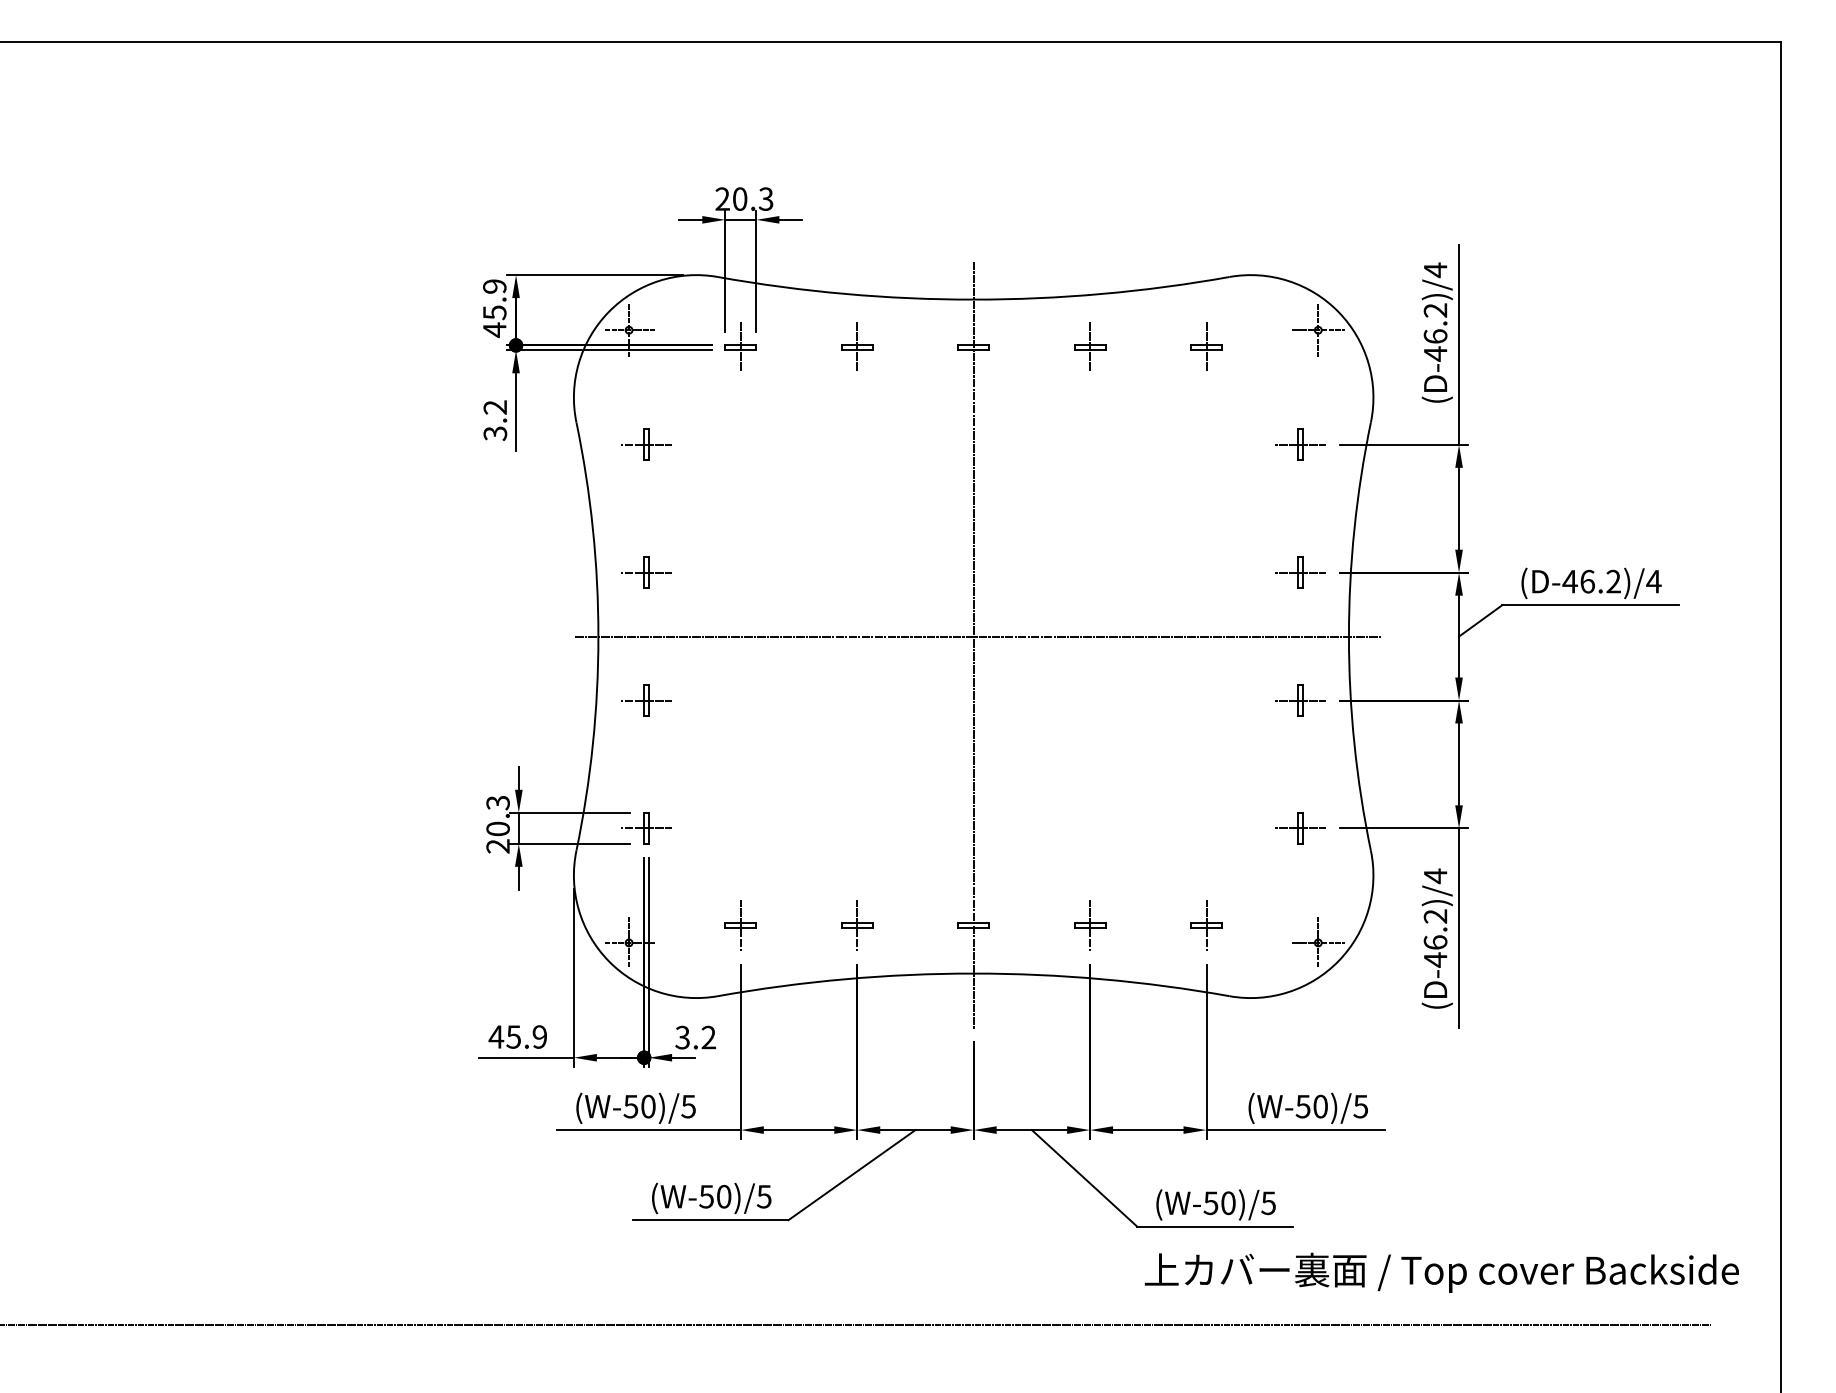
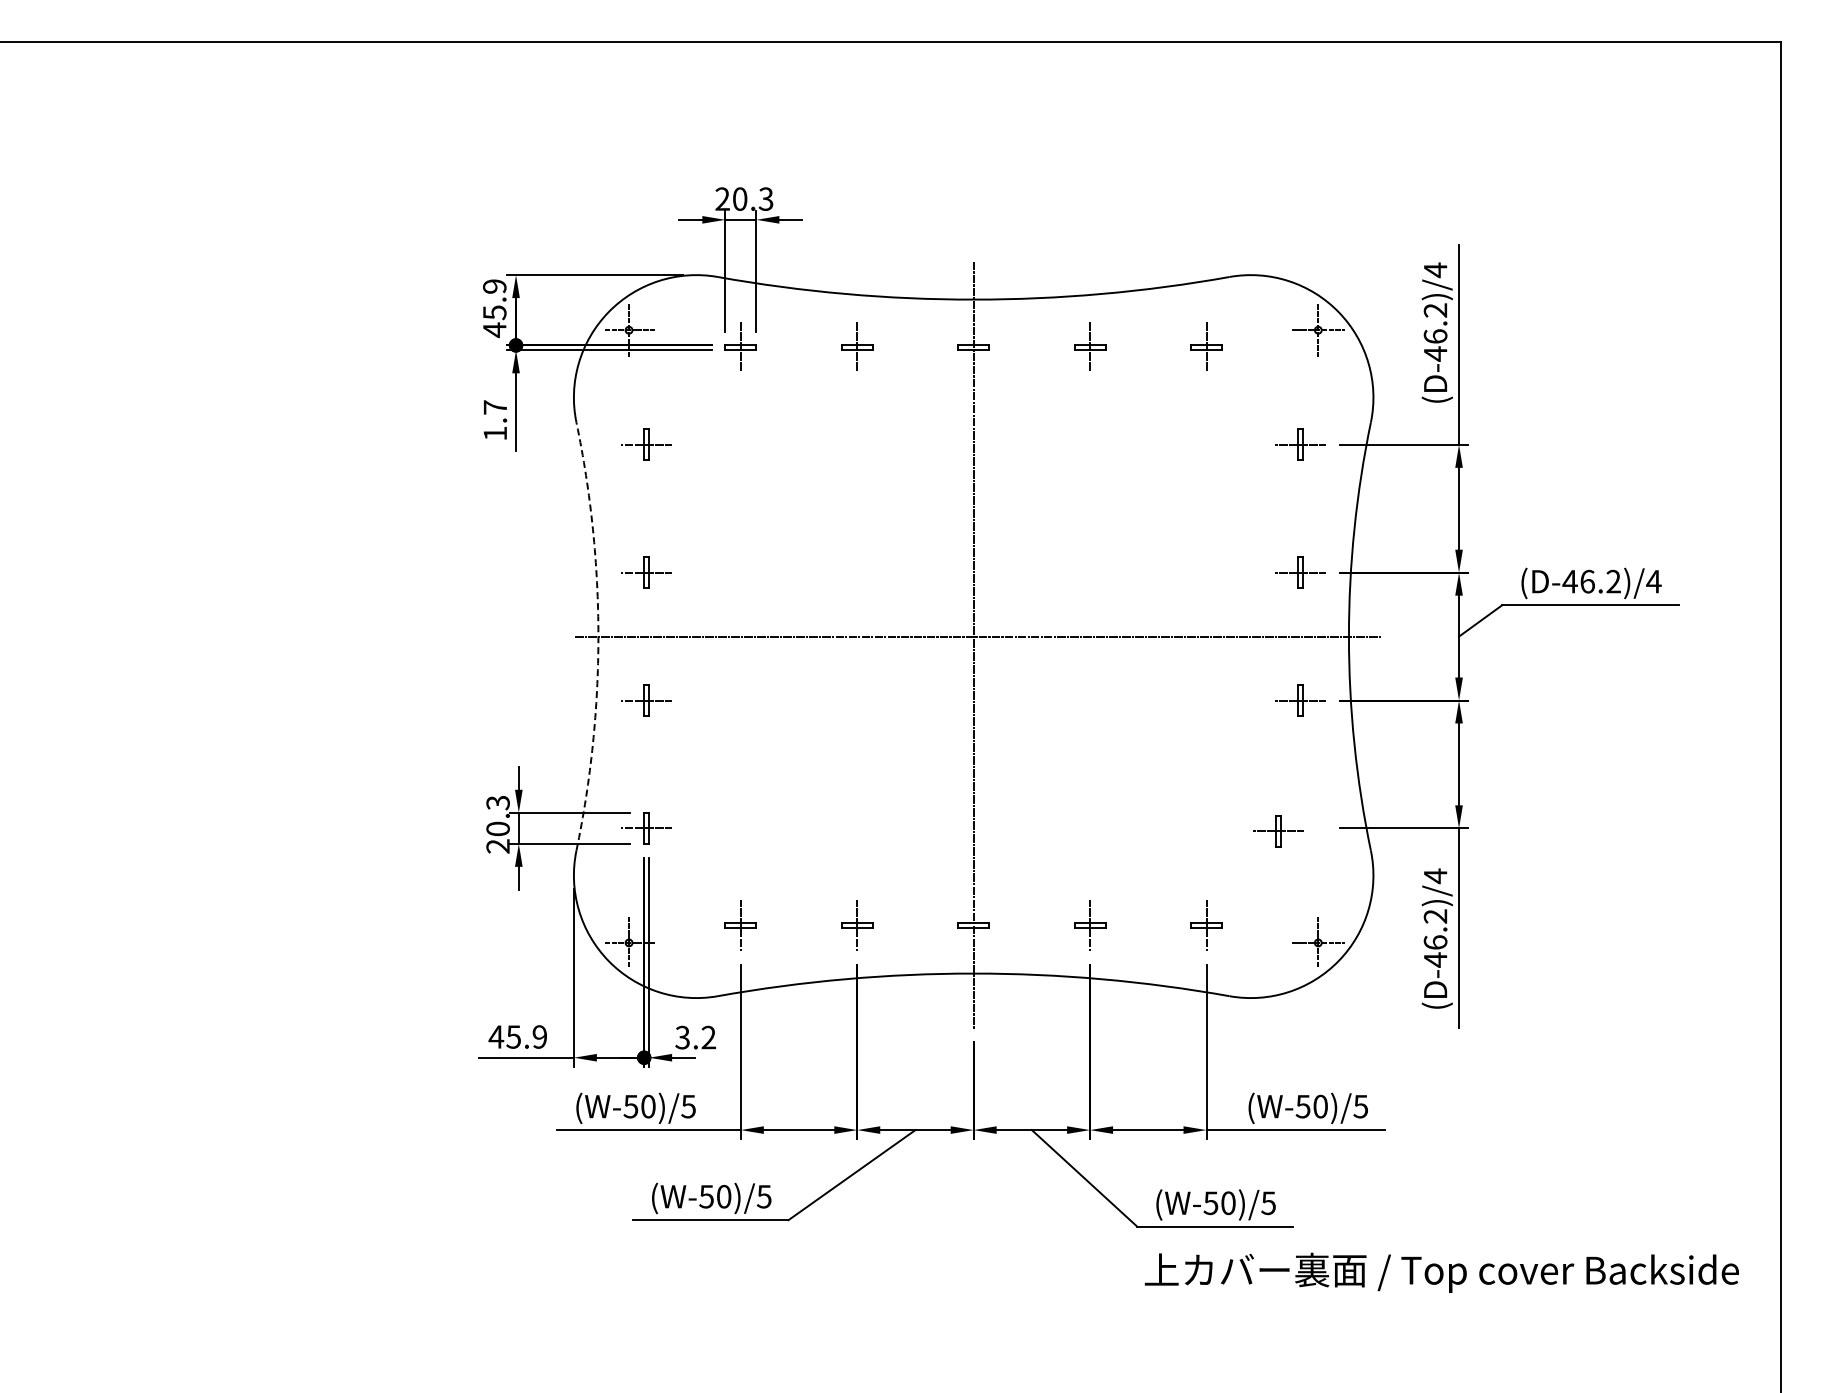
text at (495, 420): 3.2 -> 1.7
arc at (598, 636): solid -> dashed
part at (1300, 828) position: (1300, 828) -> (1278, 831)
line at (857, 1325): present -> none
